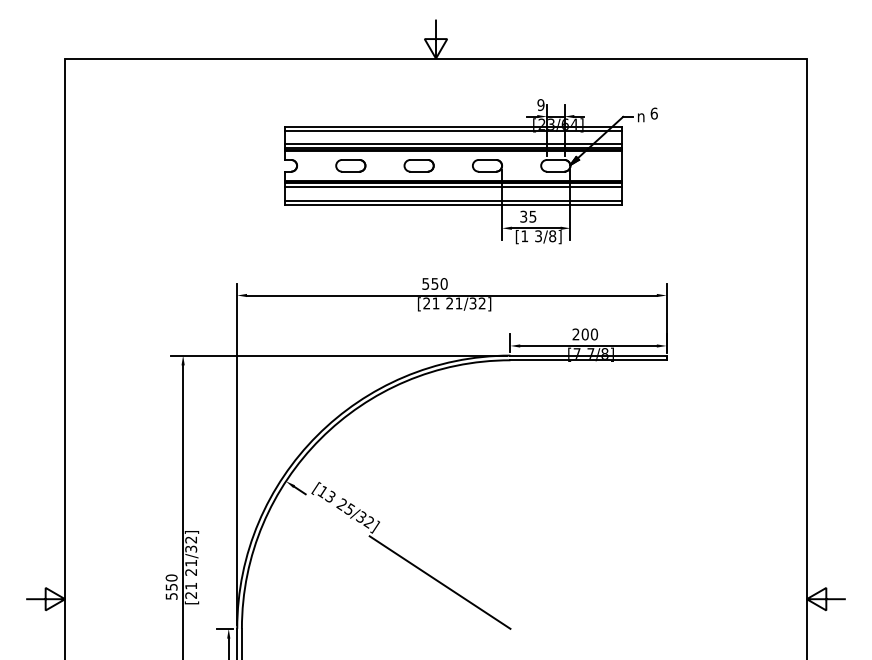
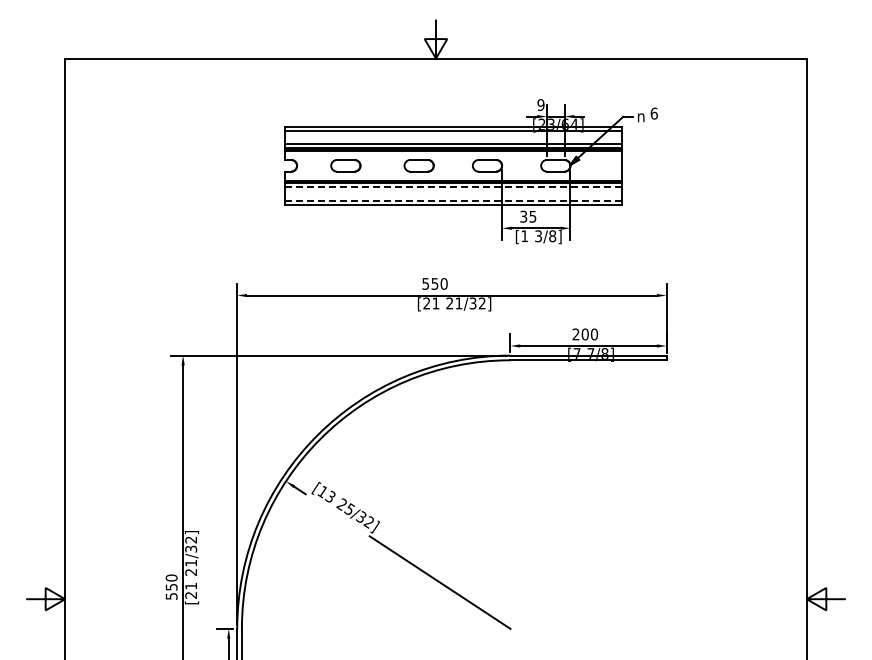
part at (350, 165) position: (350, 165) -> (345, 165)
line at (453, 187): solid -> dashed
line at (453, 200): solid -> dashed
